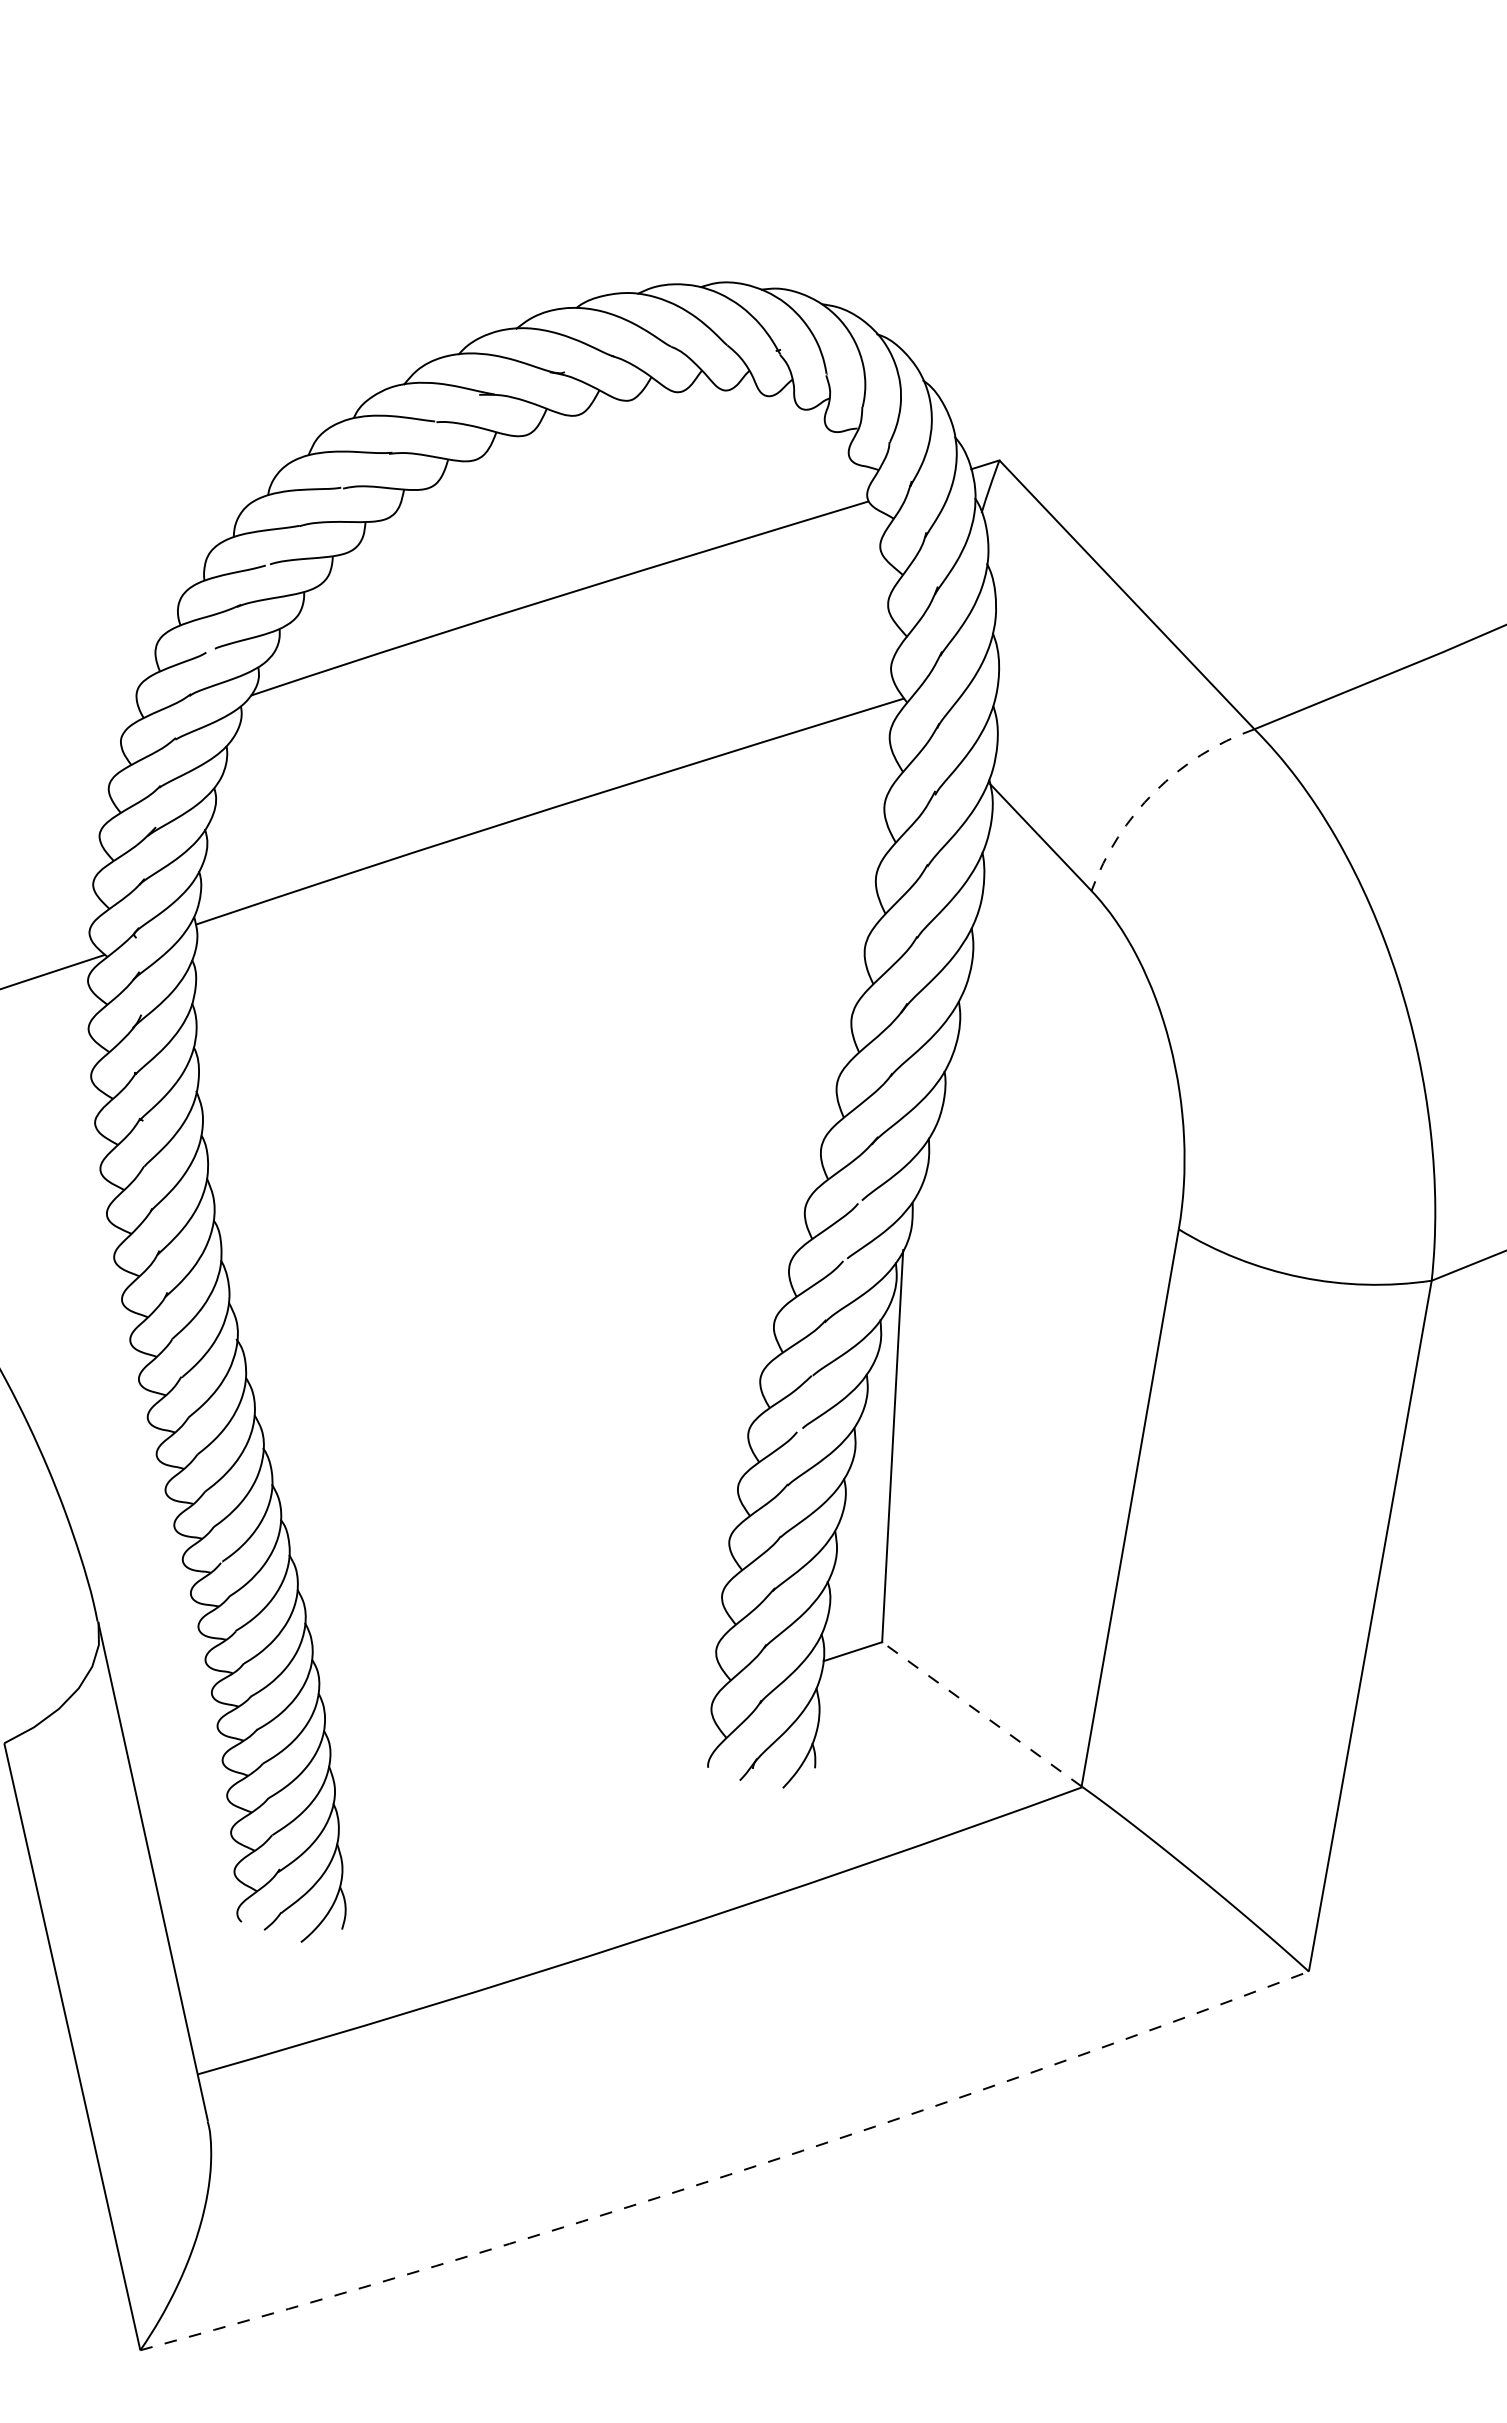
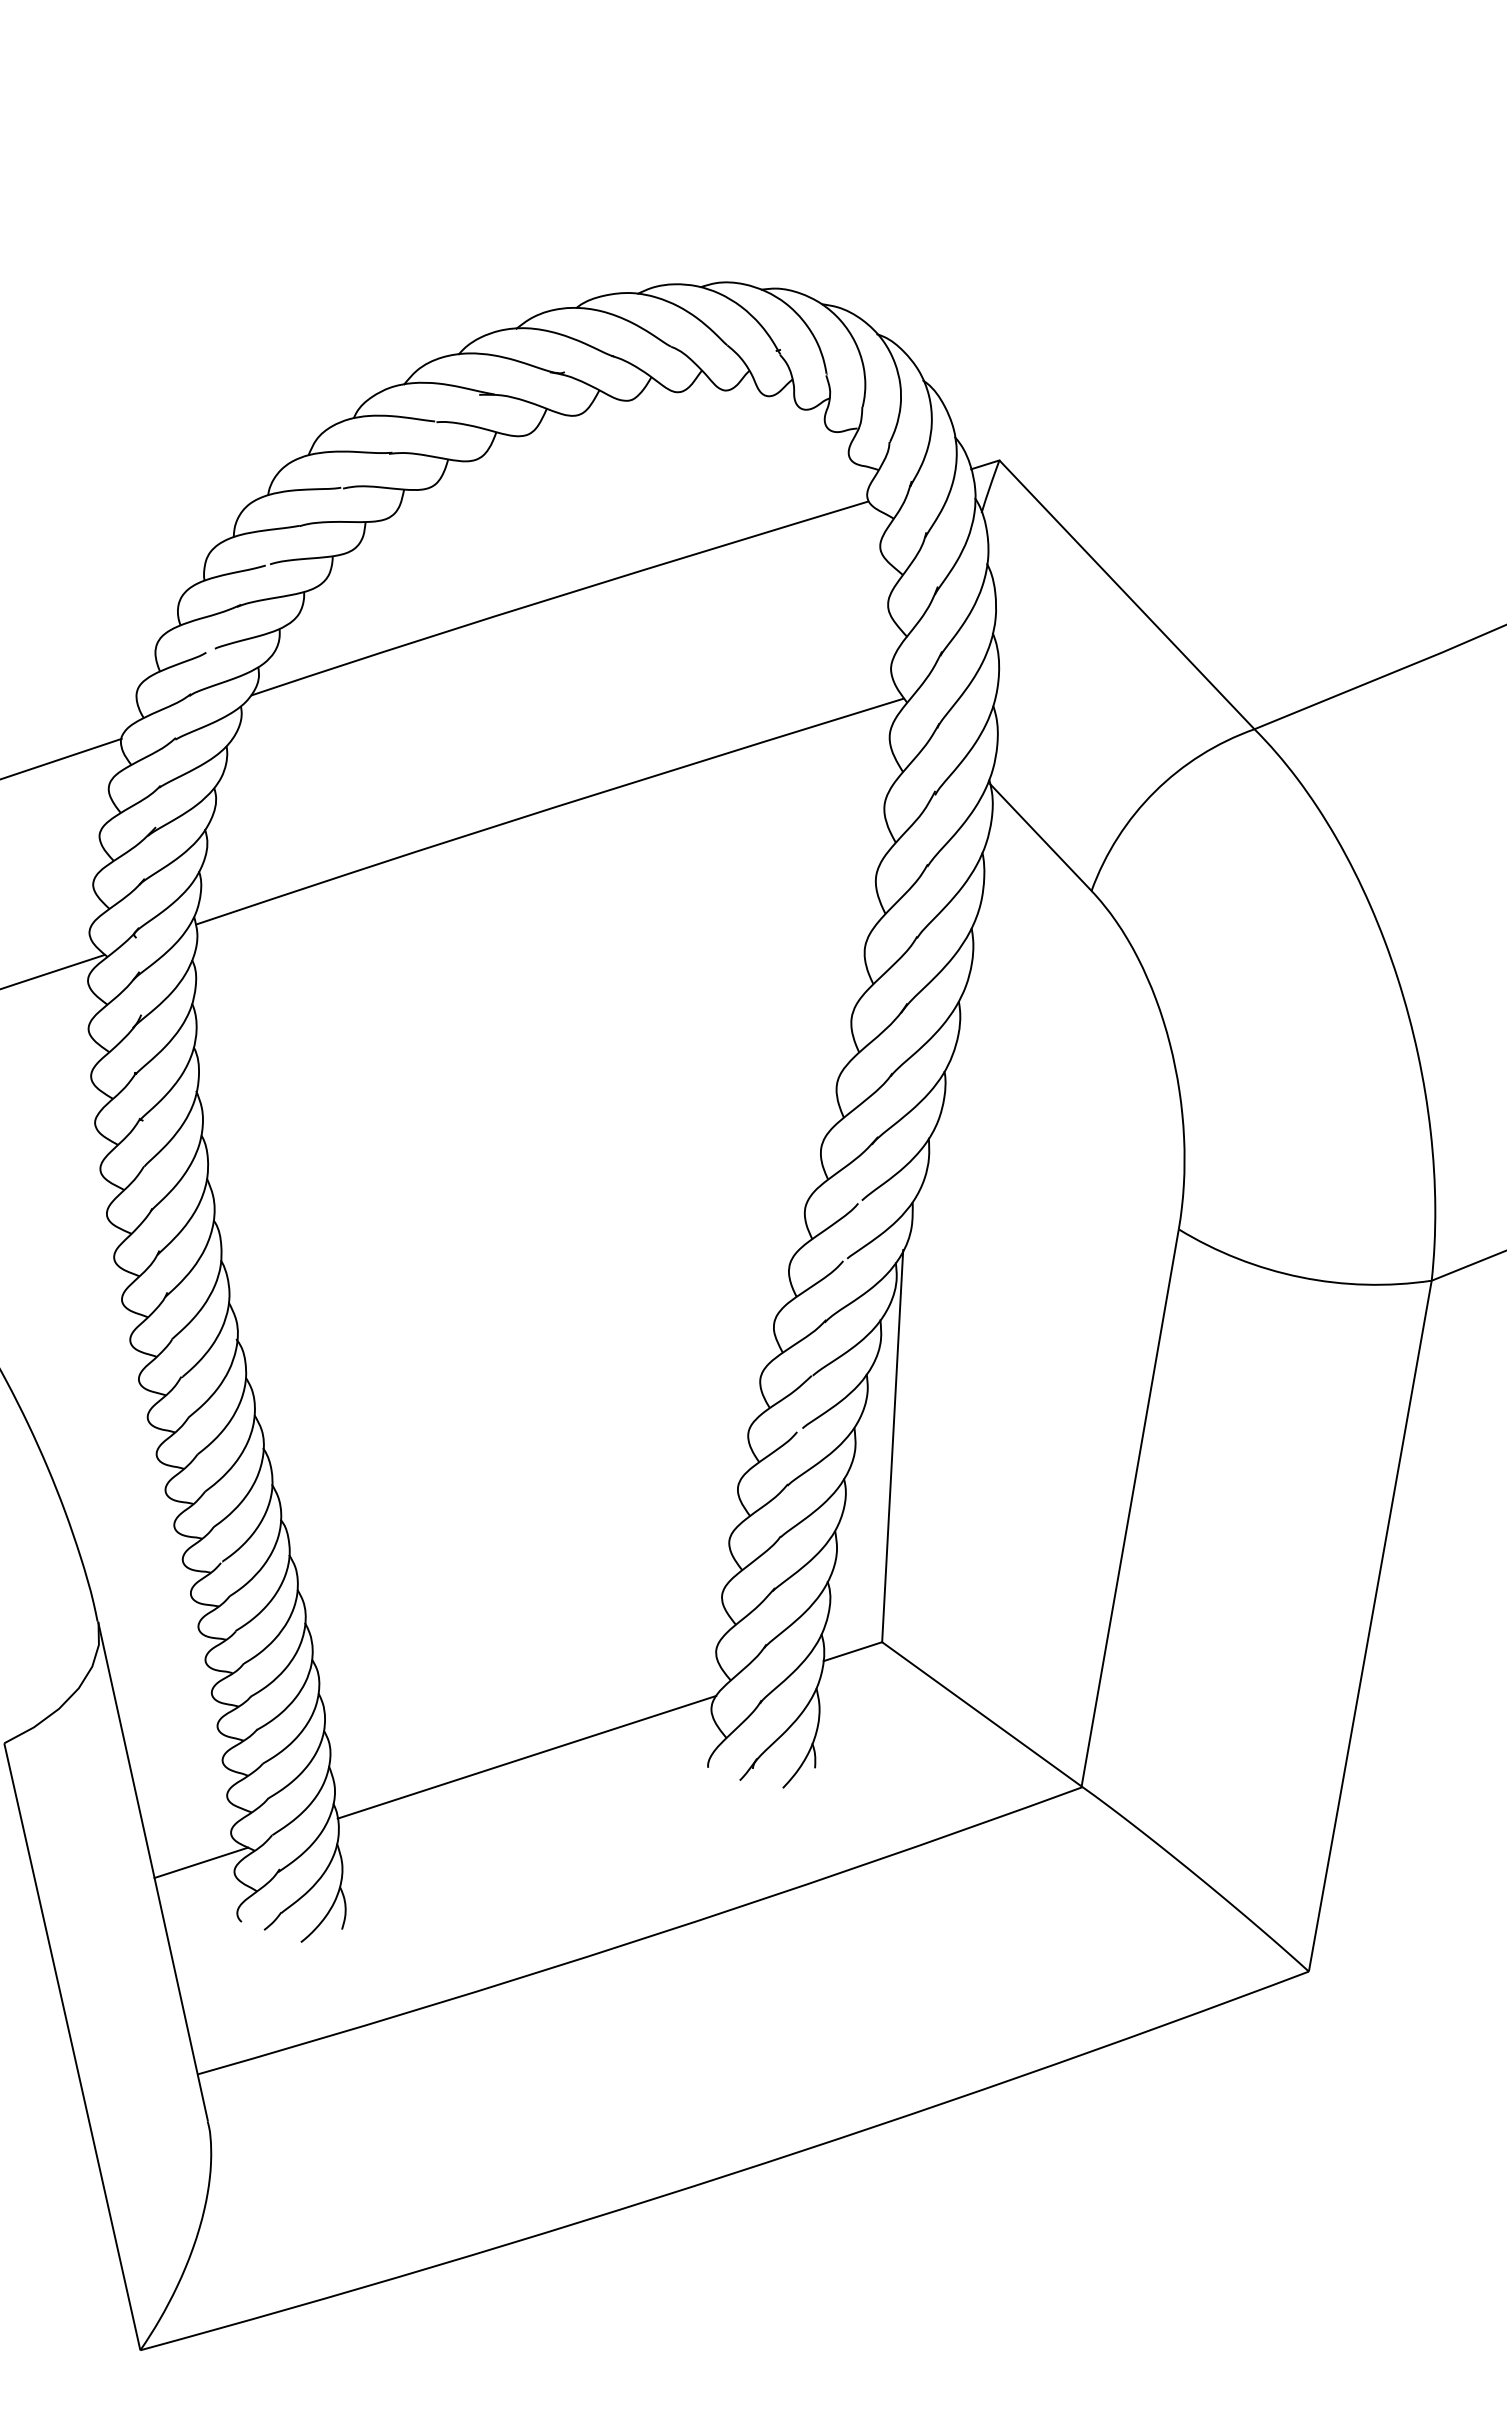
line at (61, 758): none -> present
arc at (1154, 791): dashed -> solid
line at (981, 1714): dashed -> solid
line at (526, 1756): none -> present
line at (201, 1862): none -> present
arc at (729, 2174): dashed -> solid
